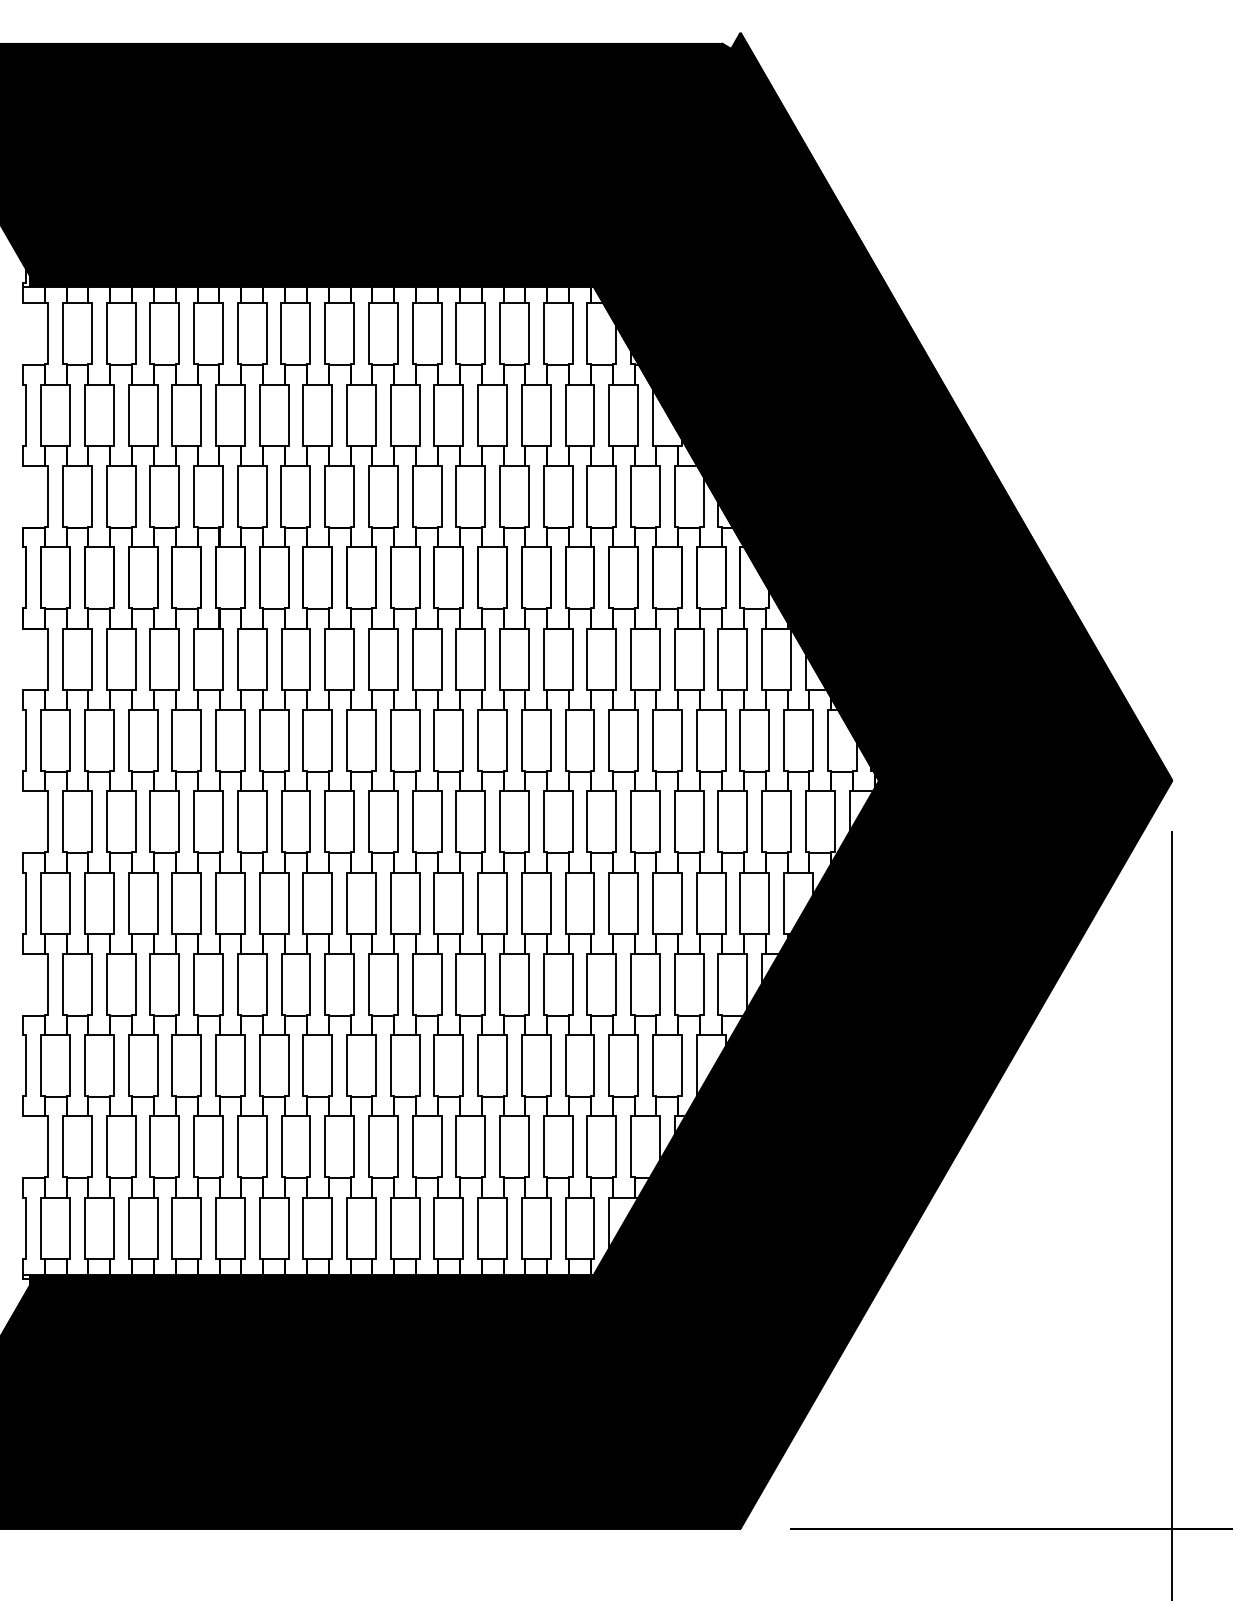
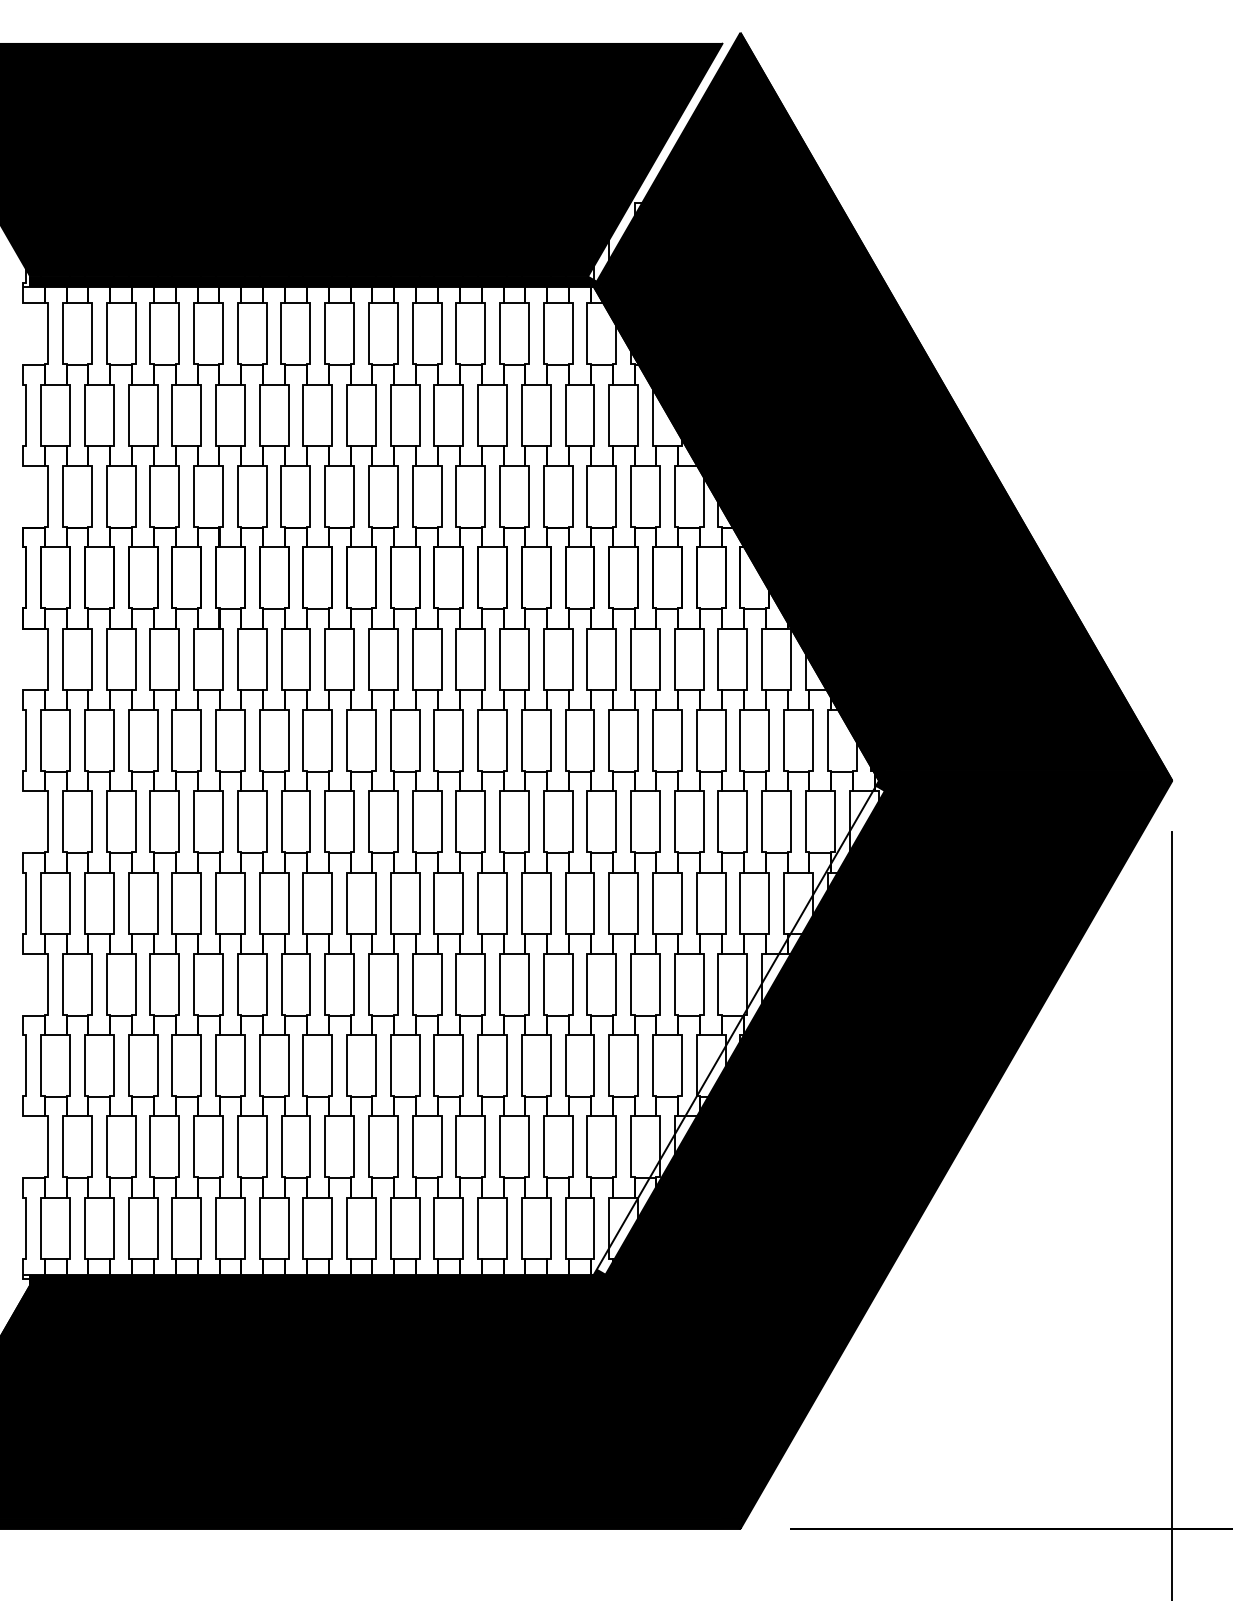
fill at (659, 161): present -> none
fill at (740, 1029): present -> none
